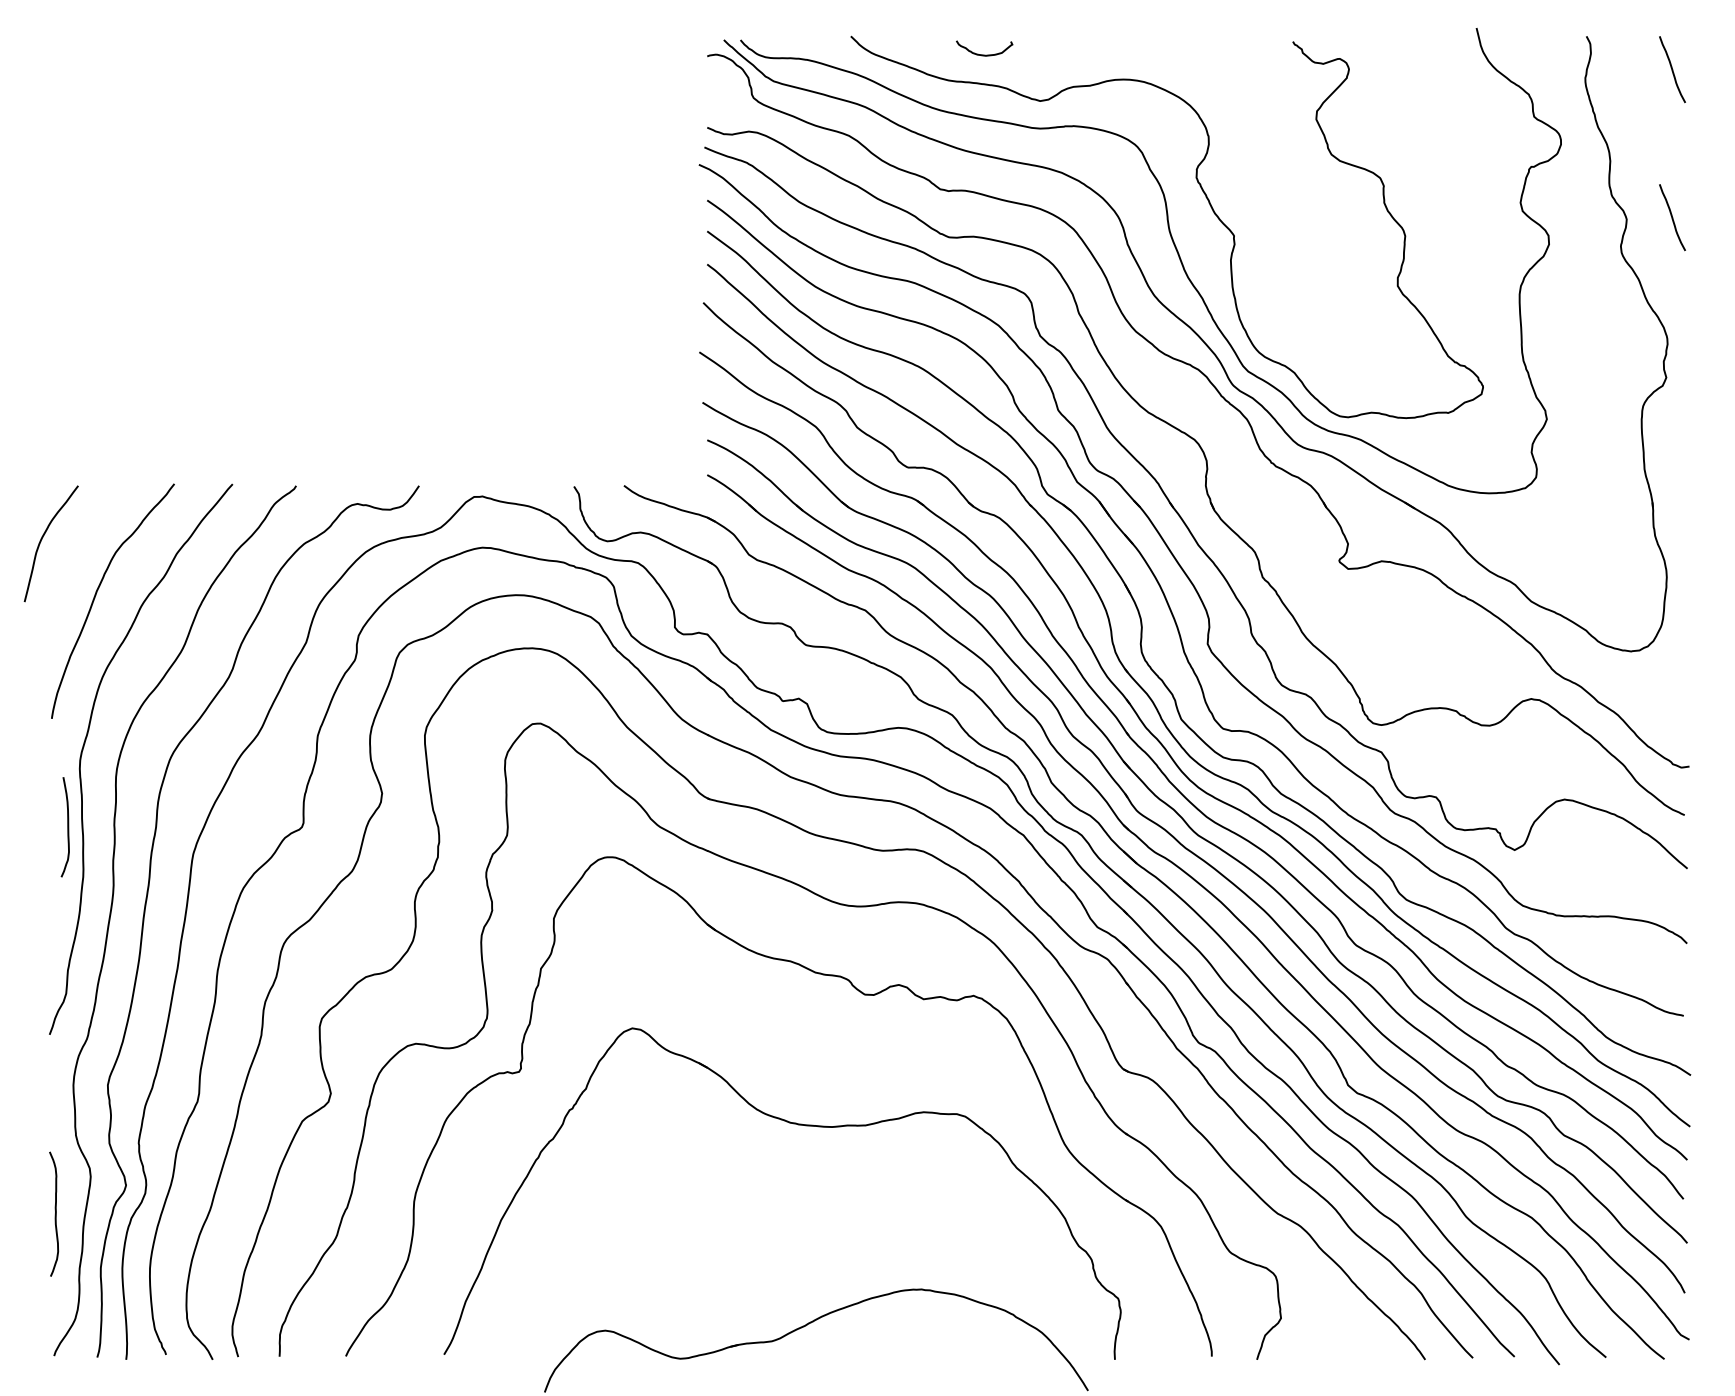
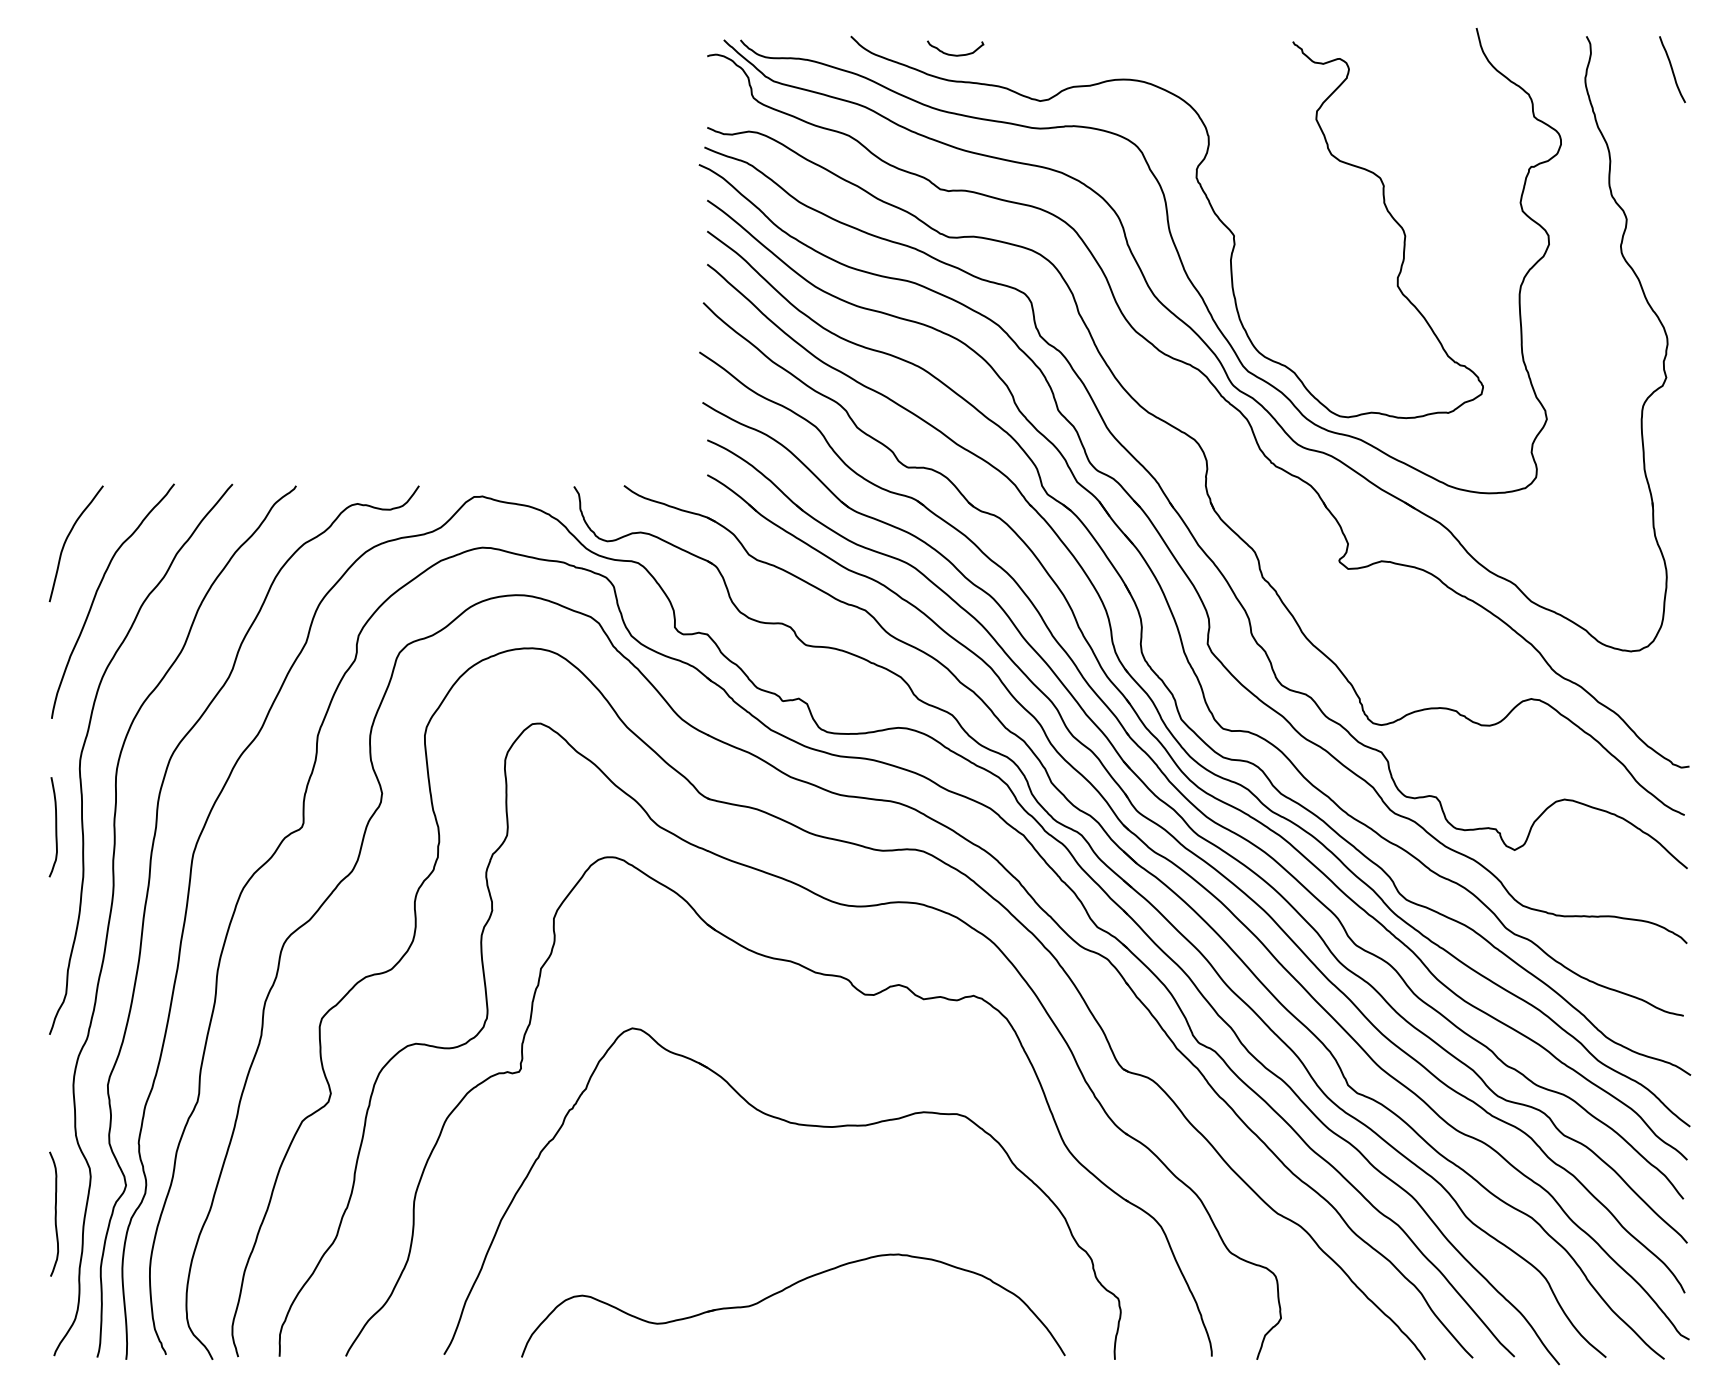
curve at (984, 54) position: (984, 54) -> (955, 54)
curve at (1672, 217): present -> none
curve at (42, 539) position: (42, 539) -> (67, 539)
curve at (67, 827) position: (67, 827) -> (55, 827)
part at (809, 1324) position: (809, 1324) -> (786, 1289)
